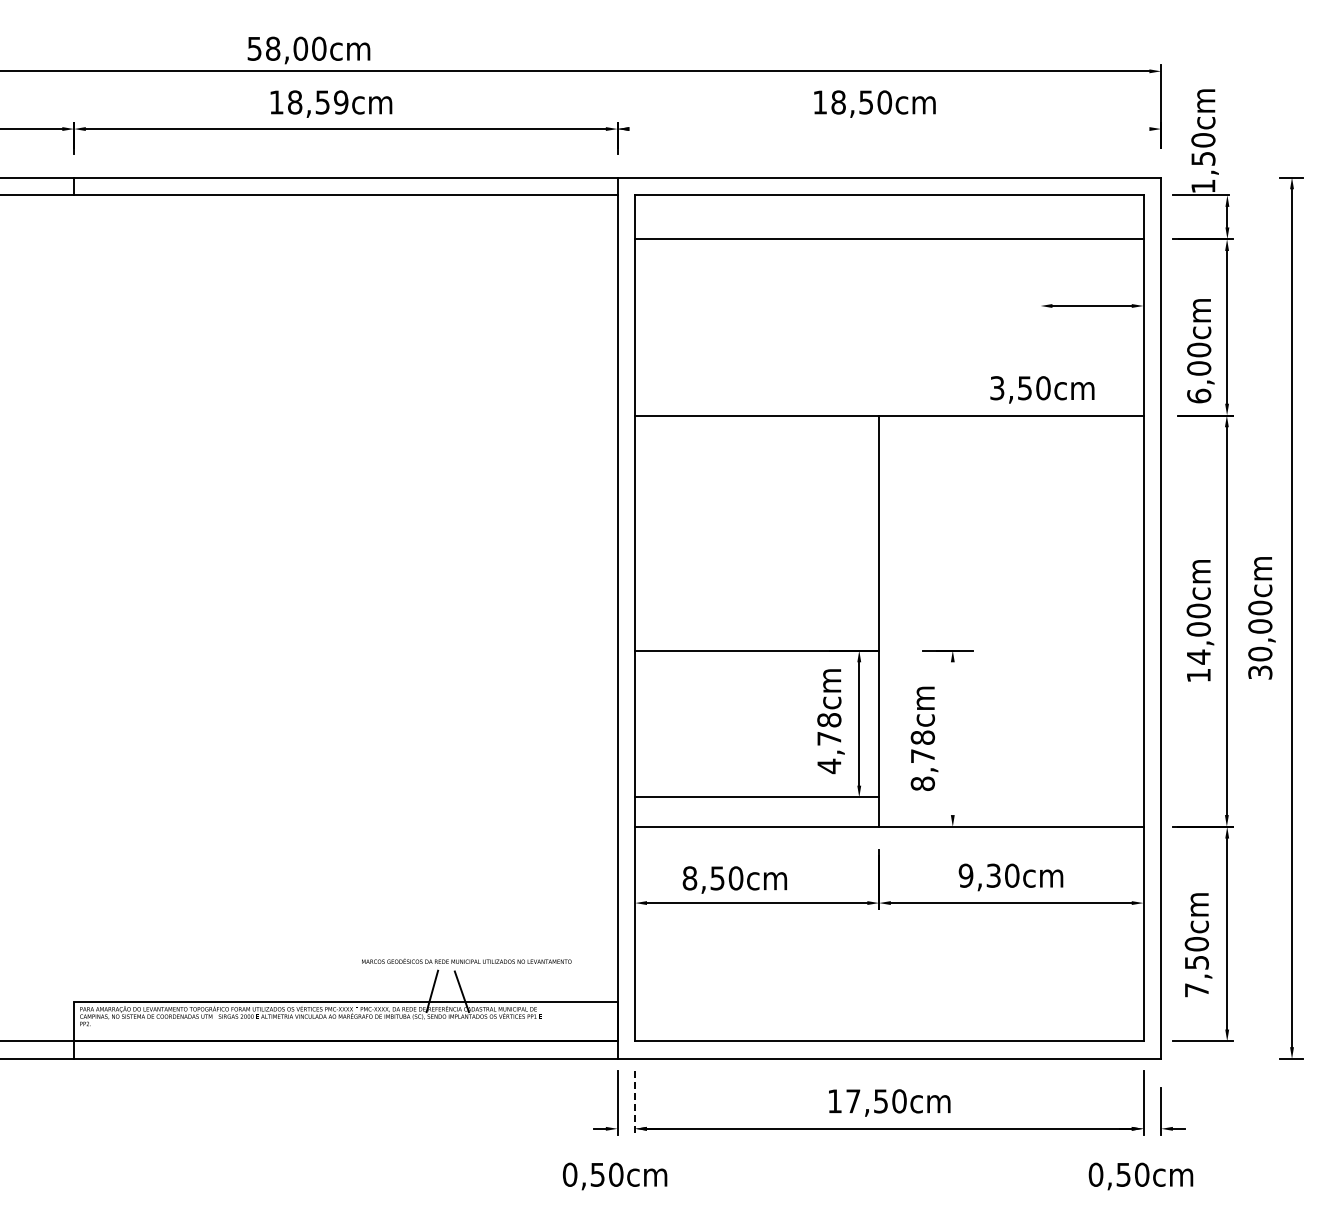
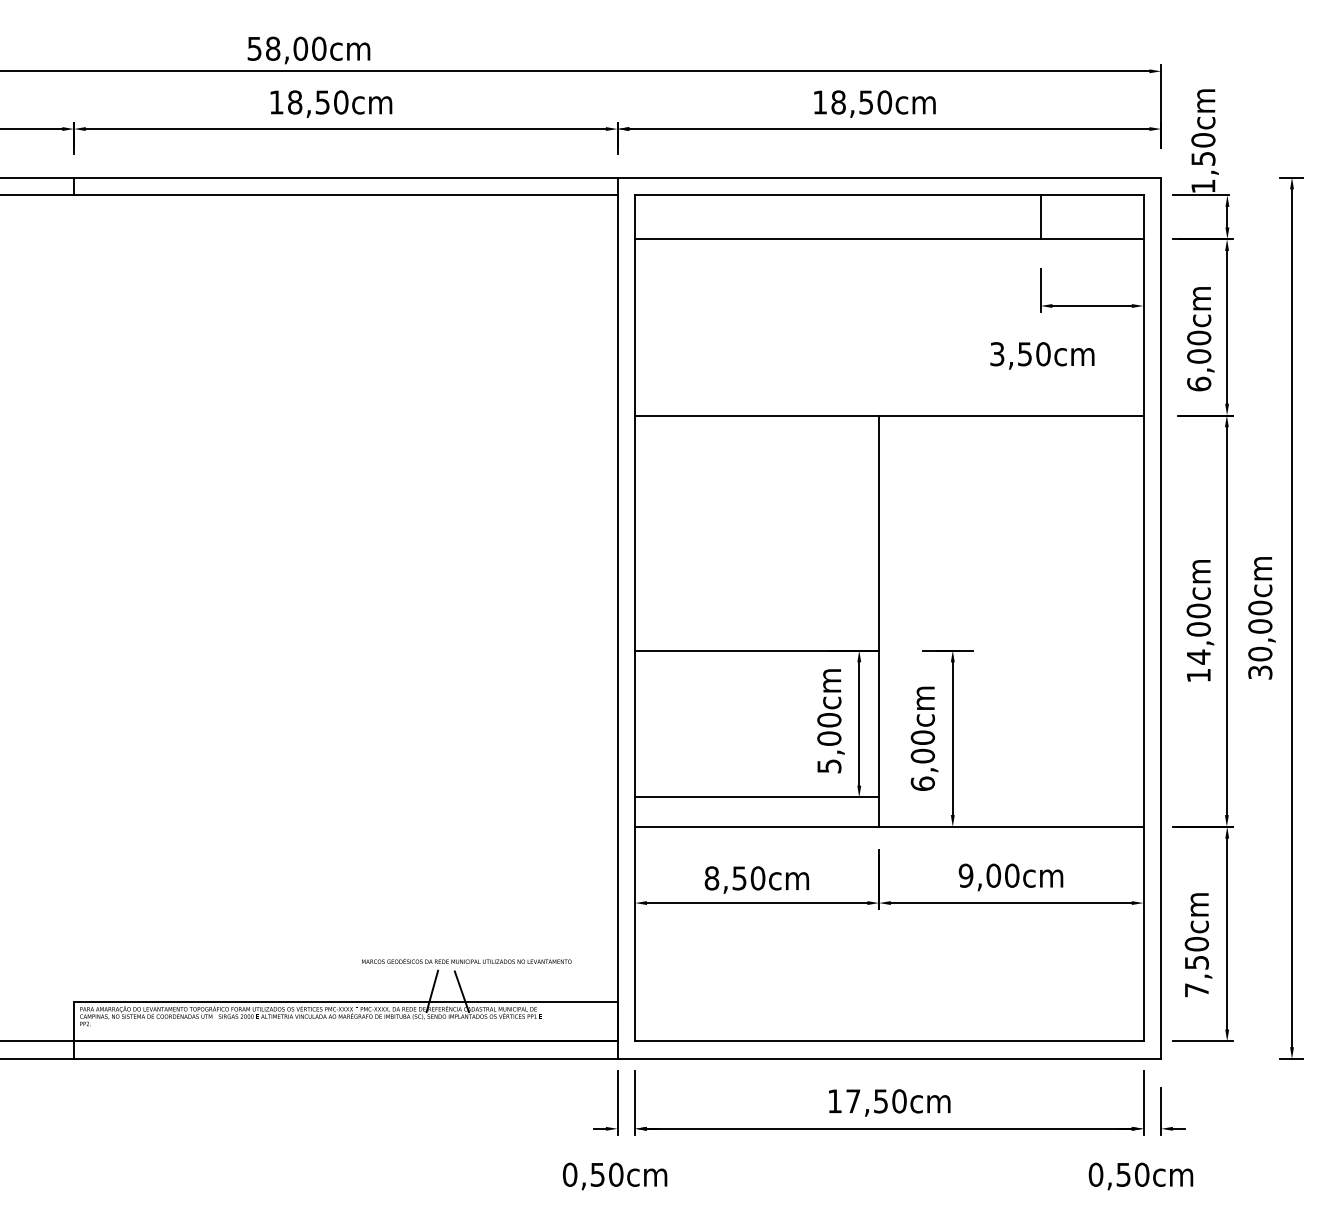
text at (341, 102): 18,59cm -> 18,50cm
line at (889, 129): none -> present
line at (1040, 217): none -> present
line at (1040, 289): none -> present
text at (1200, 351) position: (1200, 351) -> (1200, 339)
text at (1042, 389) position: (1042, 389) -> (1042, 355)
line at (952, 738): none -> present
text at (829, 743): 4,78cm -> 5,00cm
text at (922, 760): 8,78cm -> 6,00cm
text at (993, 875): 9,30cm -> 9,00cm
text at (734, 879) position: (734, 879) -> (756, 879)
line at (635, 1103): dashed -> solid
